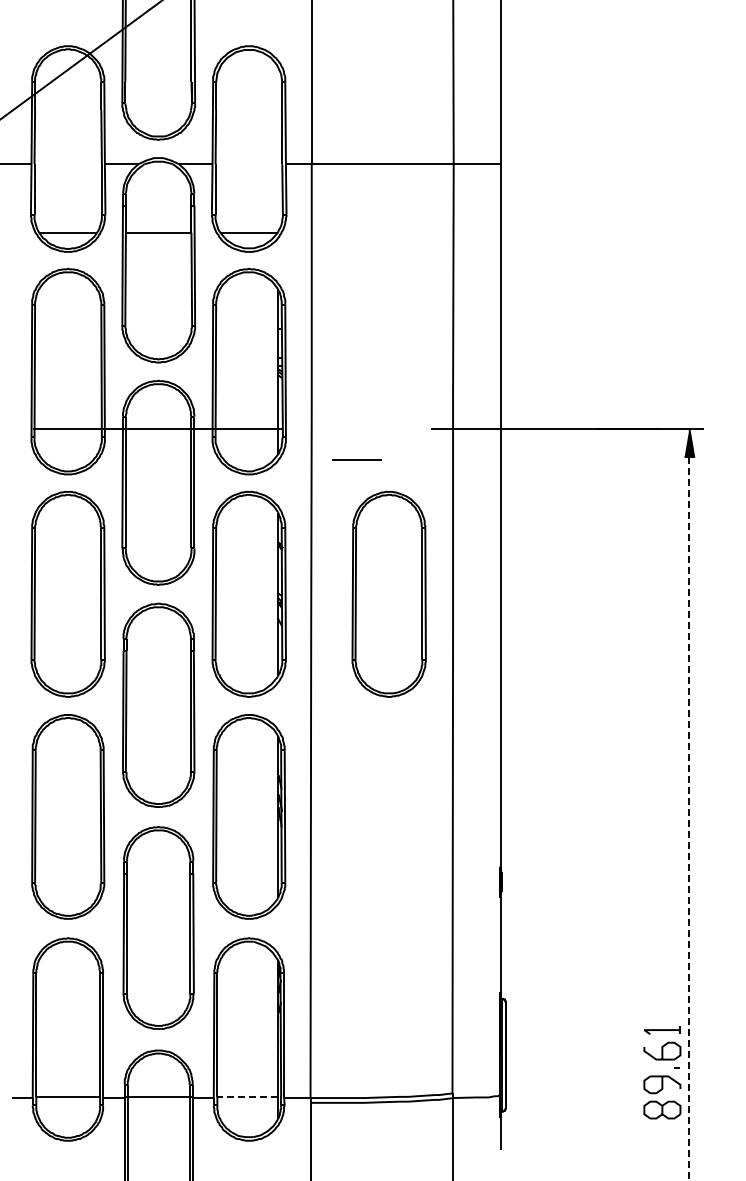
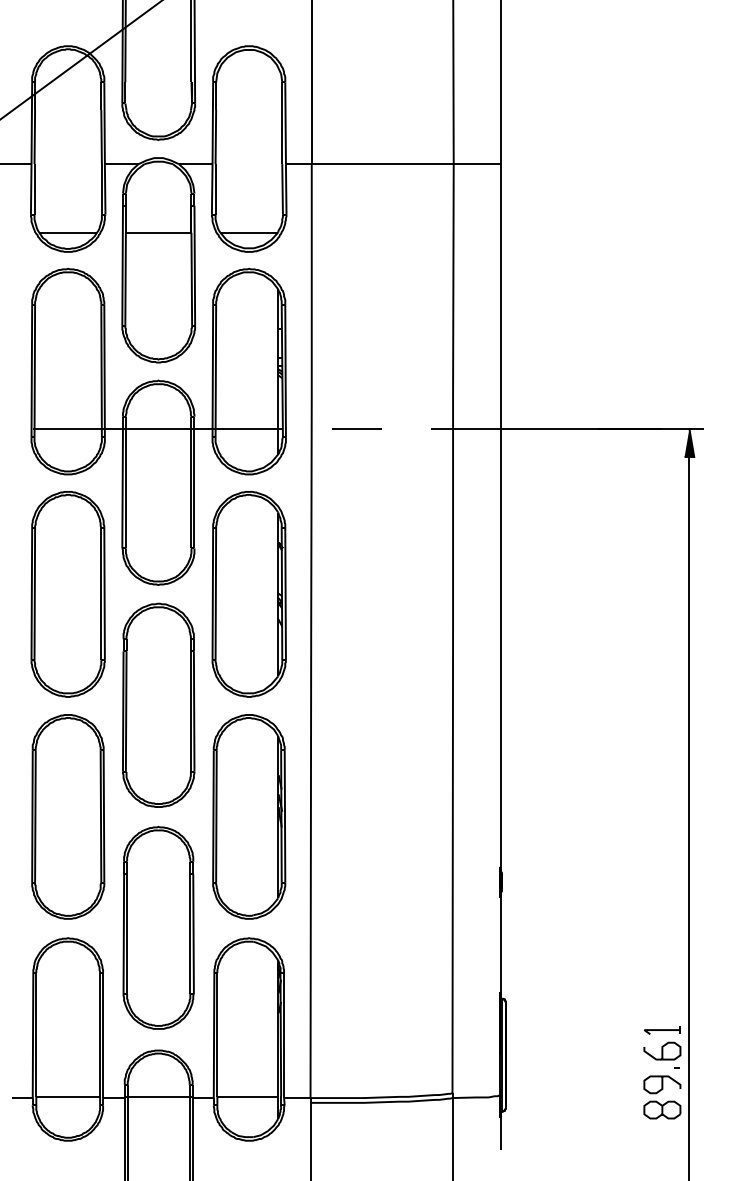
line at (356, 459) position: (356, 459) -> (356, 428)
part at (388, 594): present -> none
line at (689, 818): dashed -> solid
line at (247, 1096): dashed -> solid
